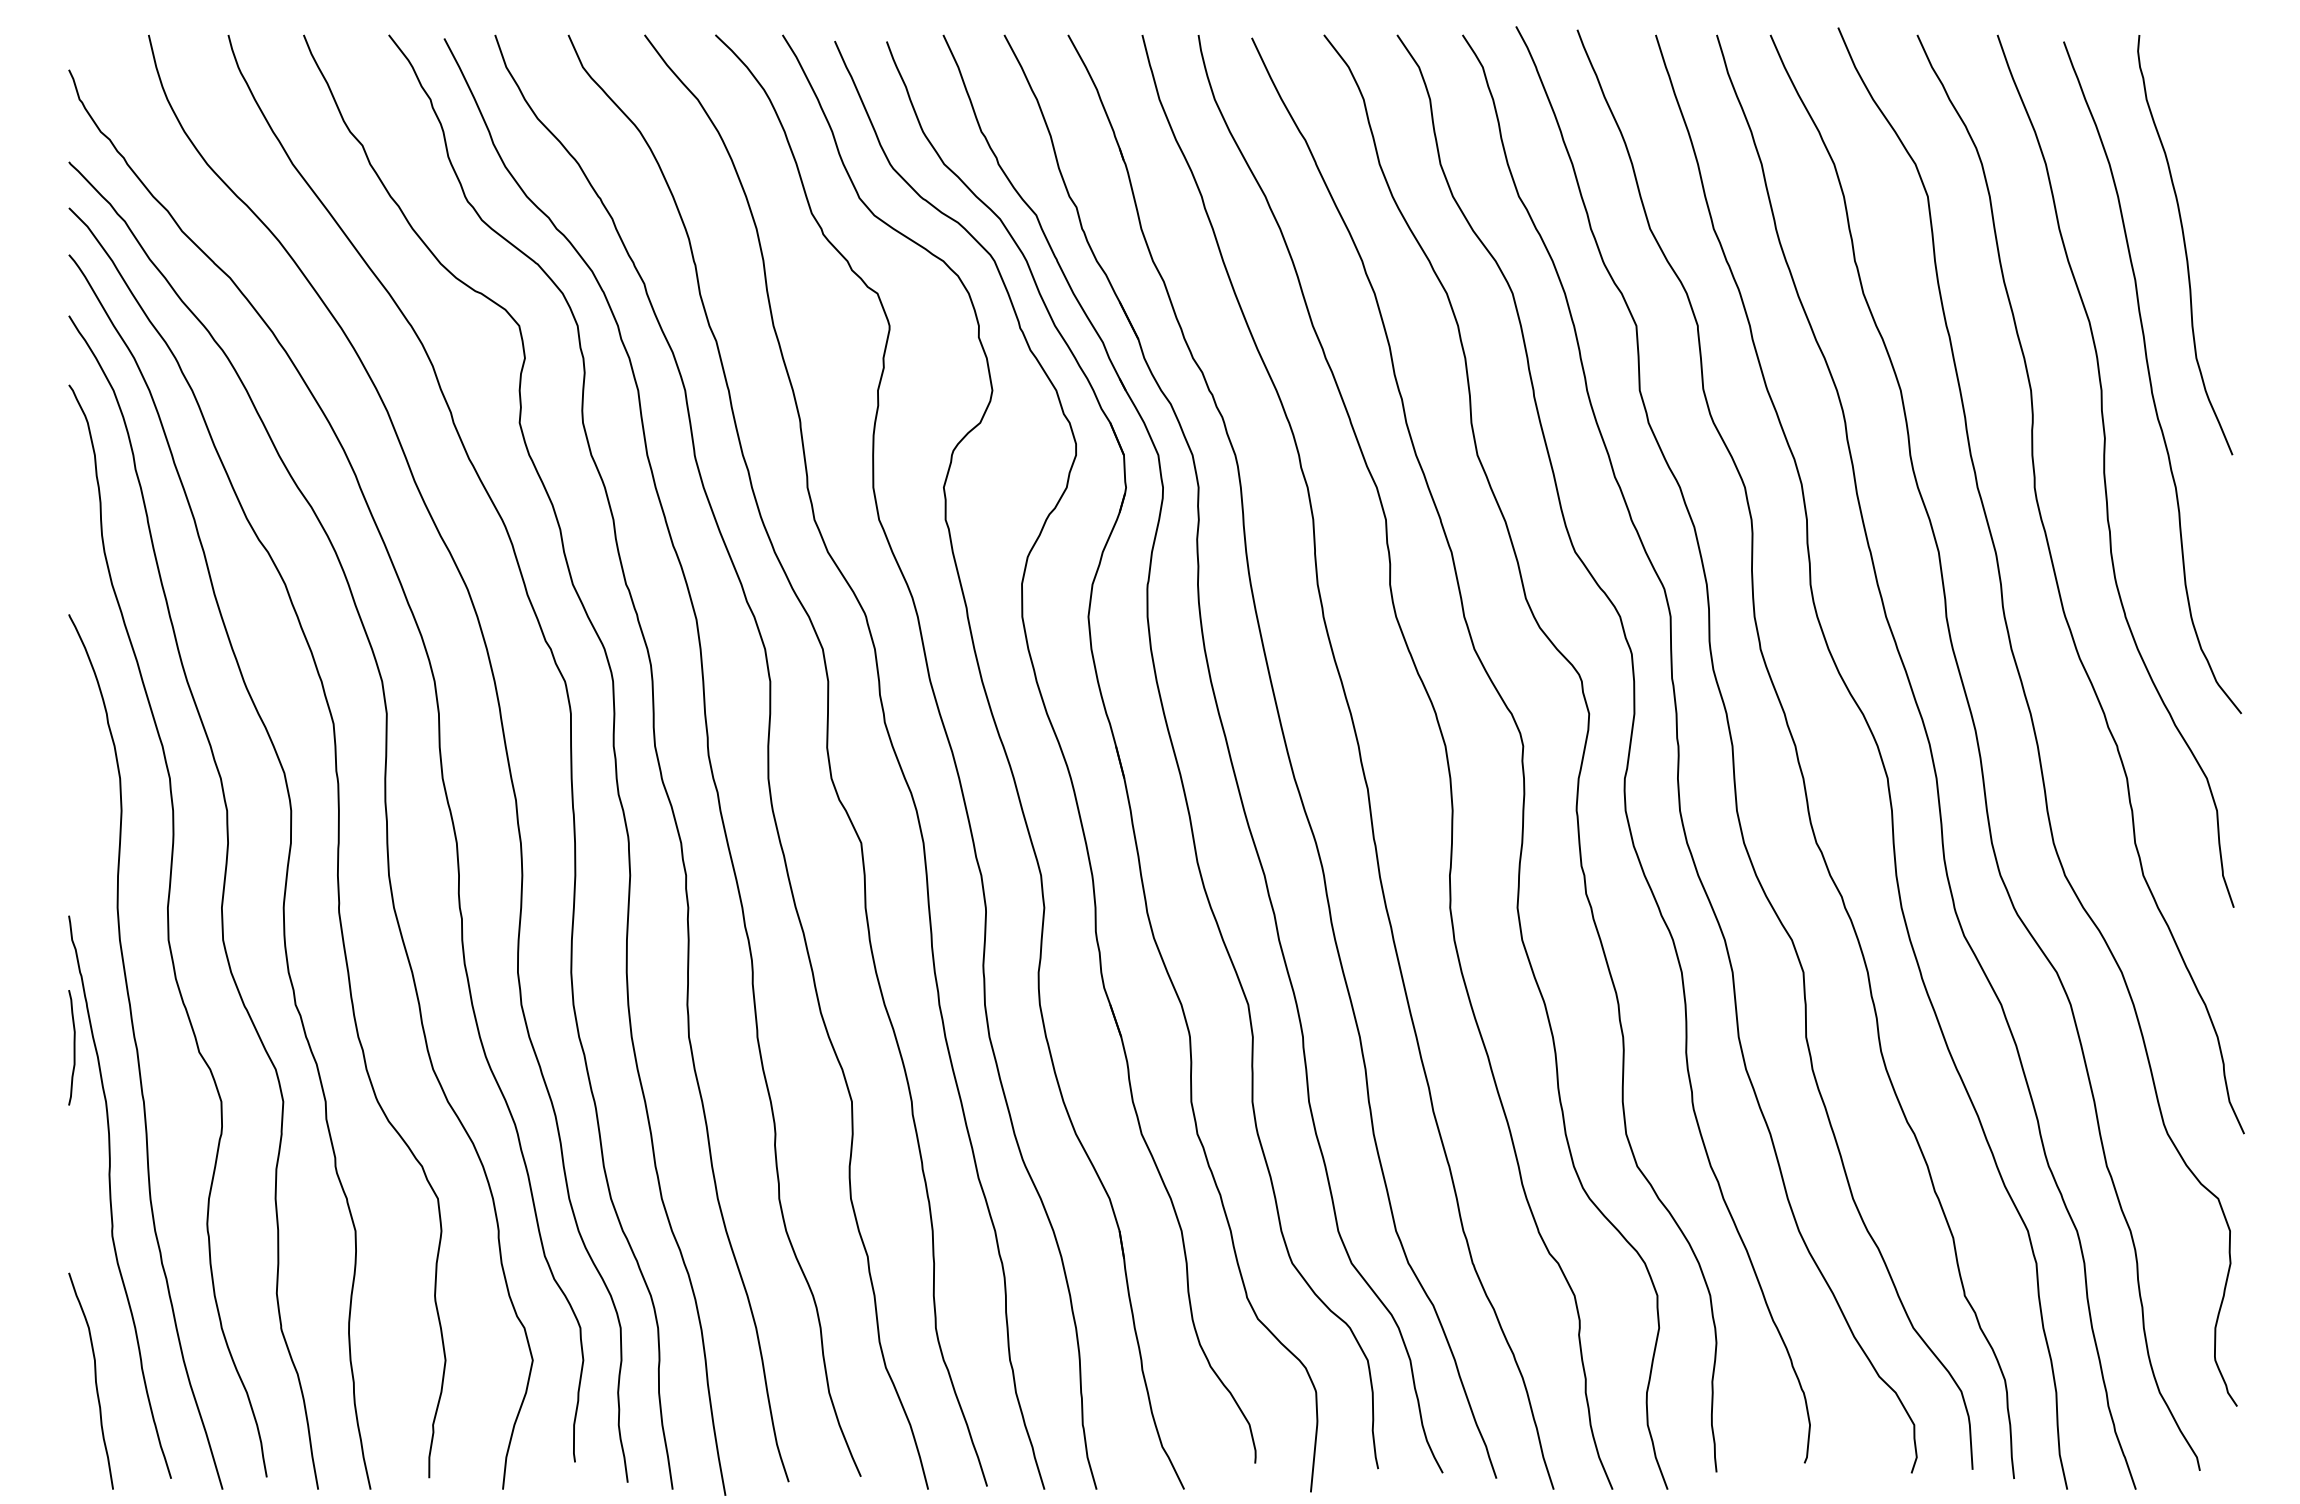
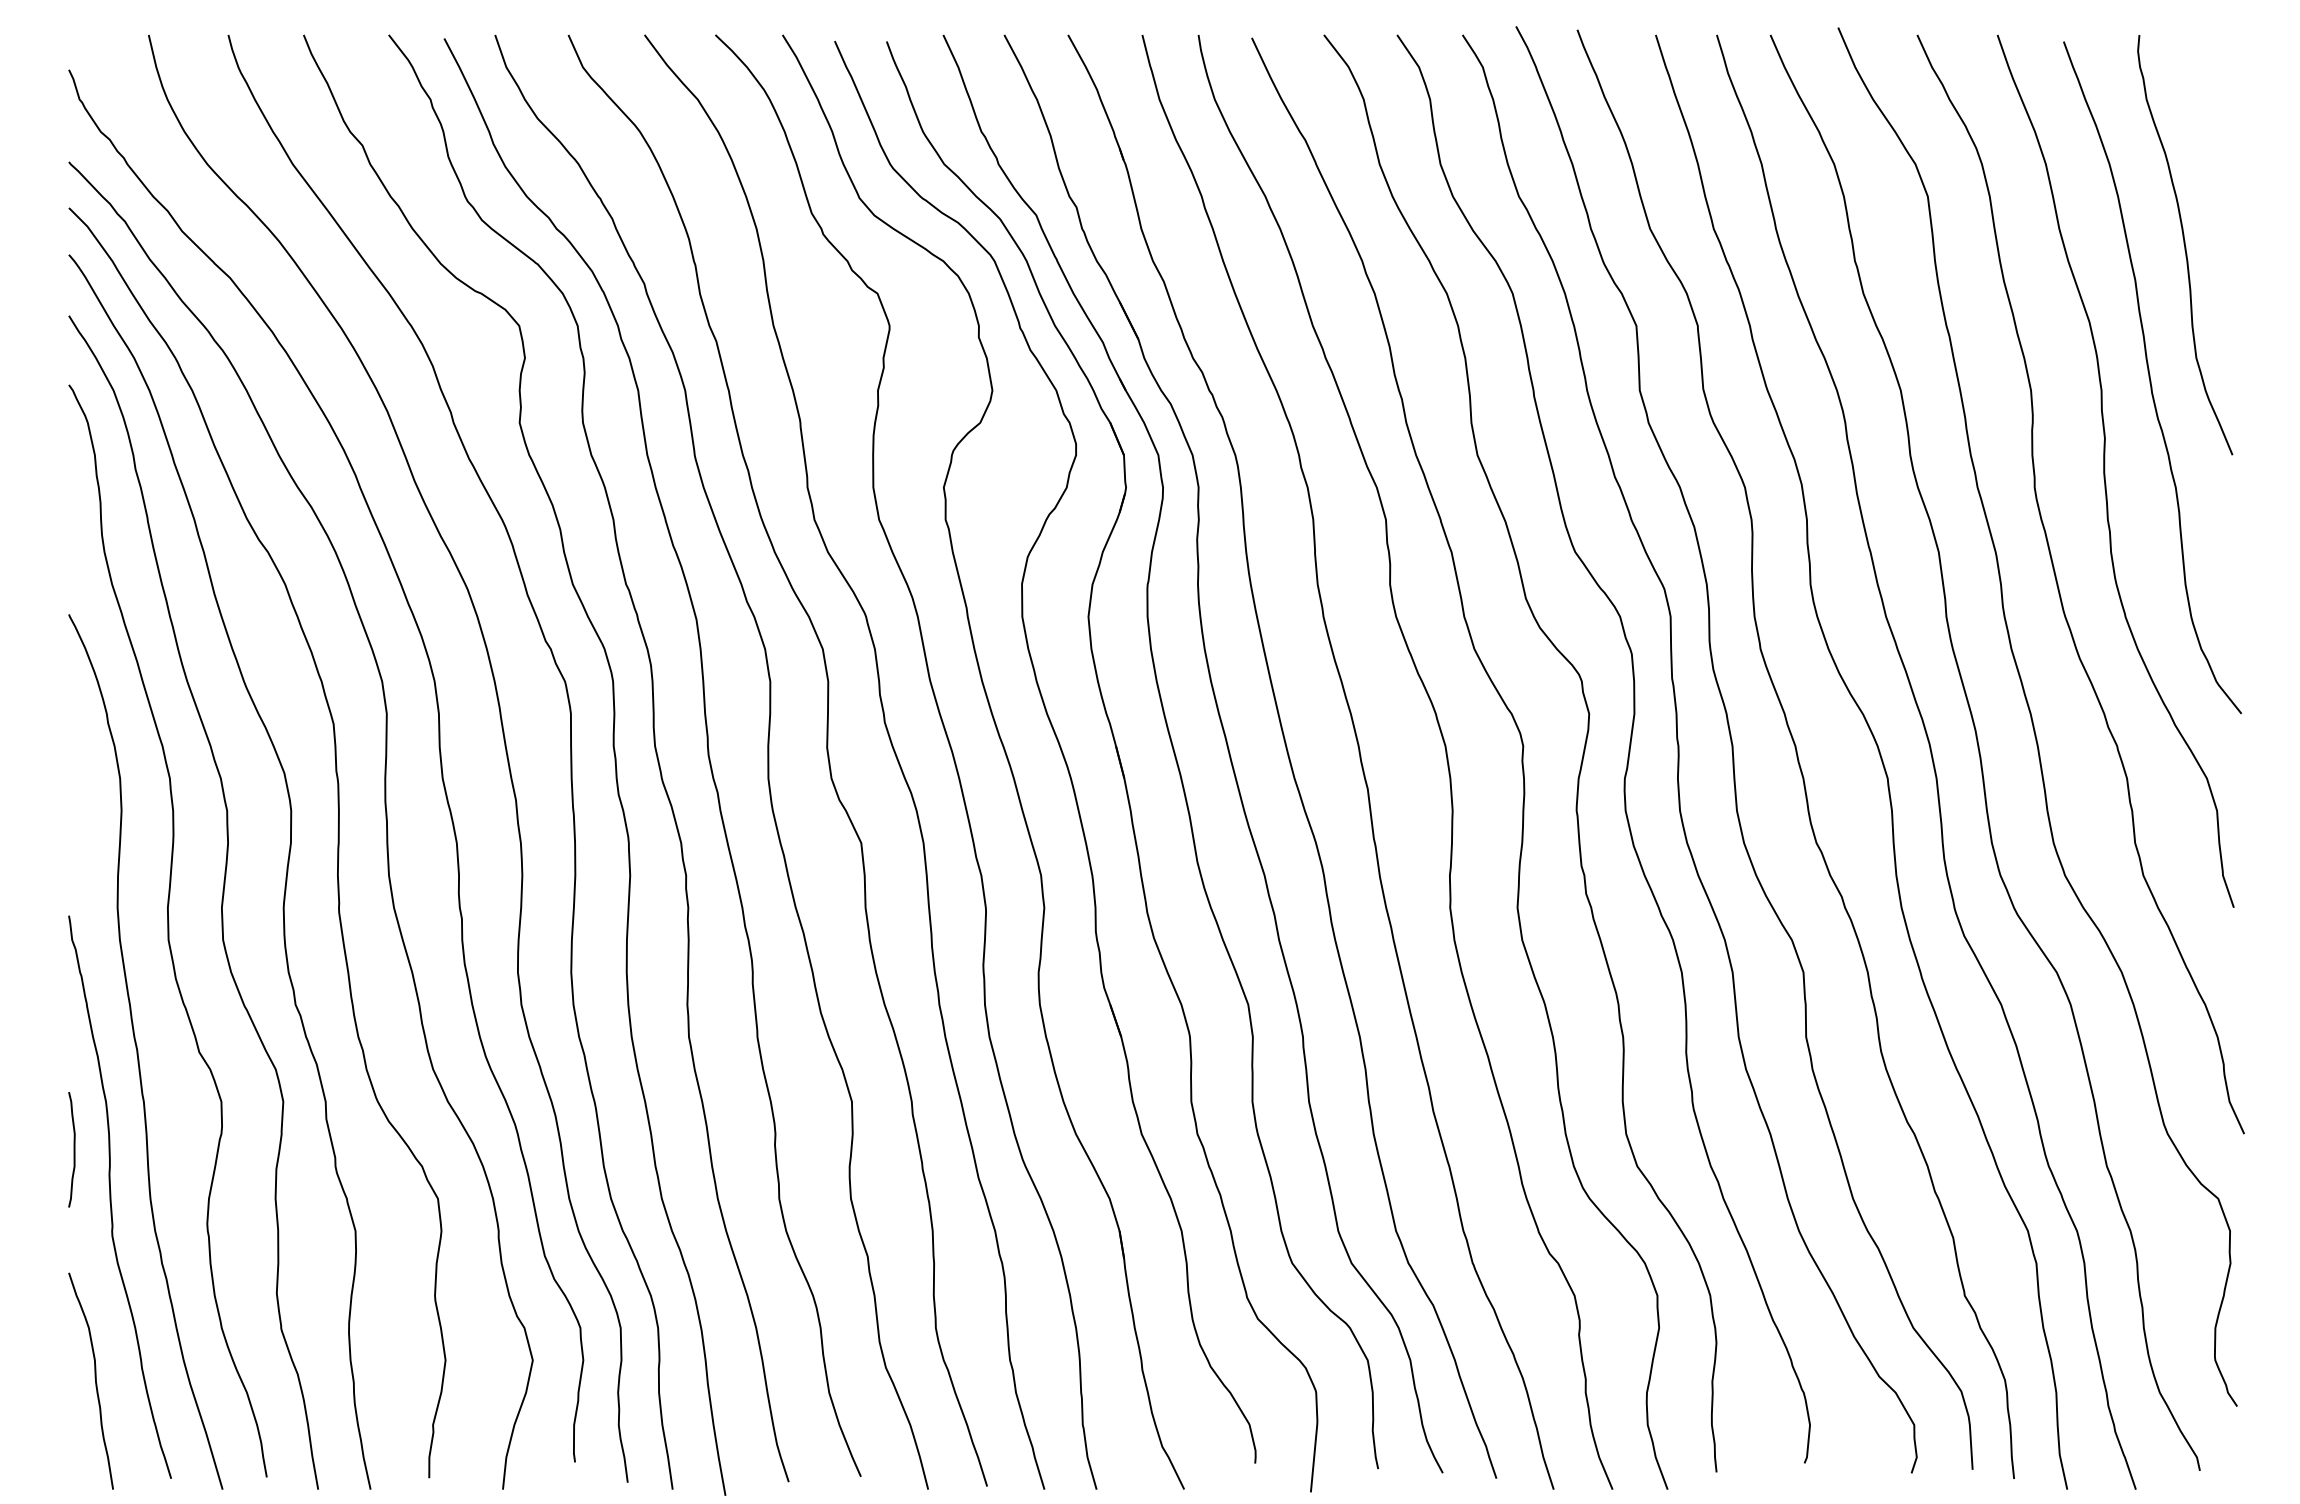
curve at (73, 1047) position: (73, 1047) -> (73, 1149)
